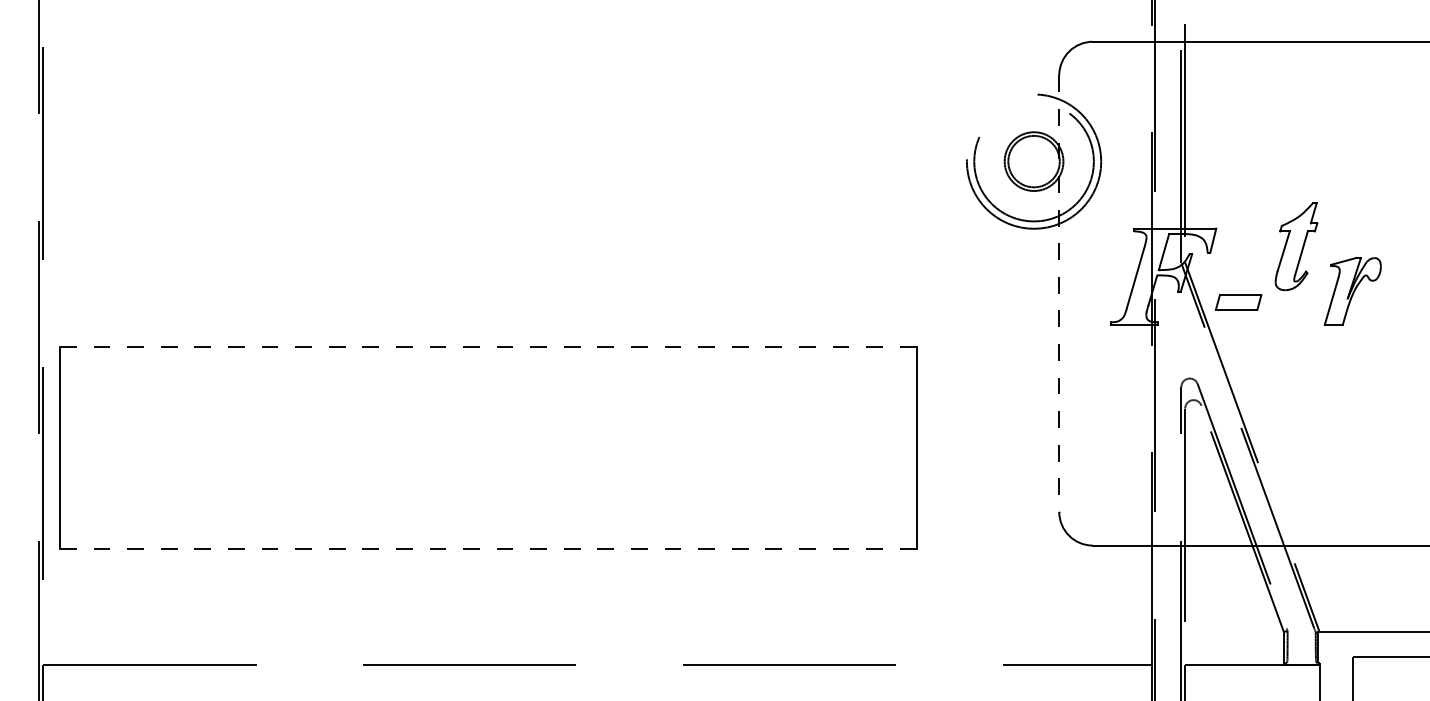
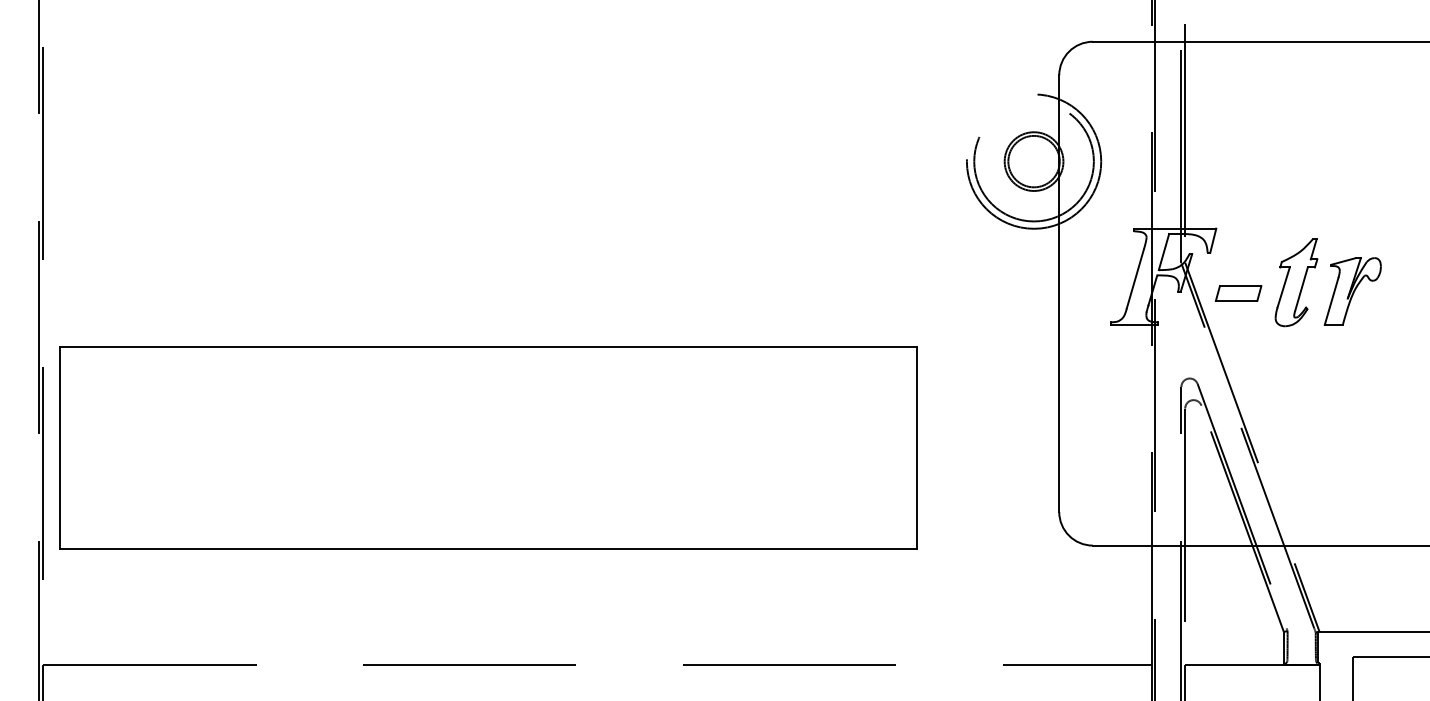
part at (1296, 246) position: (1296, 246) -> (1296, 282)
line at (1059, 294): dashed -> solid
part at (1238, 302) position: (1238, 302) -> (1238, 293)
line at (487, 347): dashed -> solid
line at (488, 548): dashed -> solid
